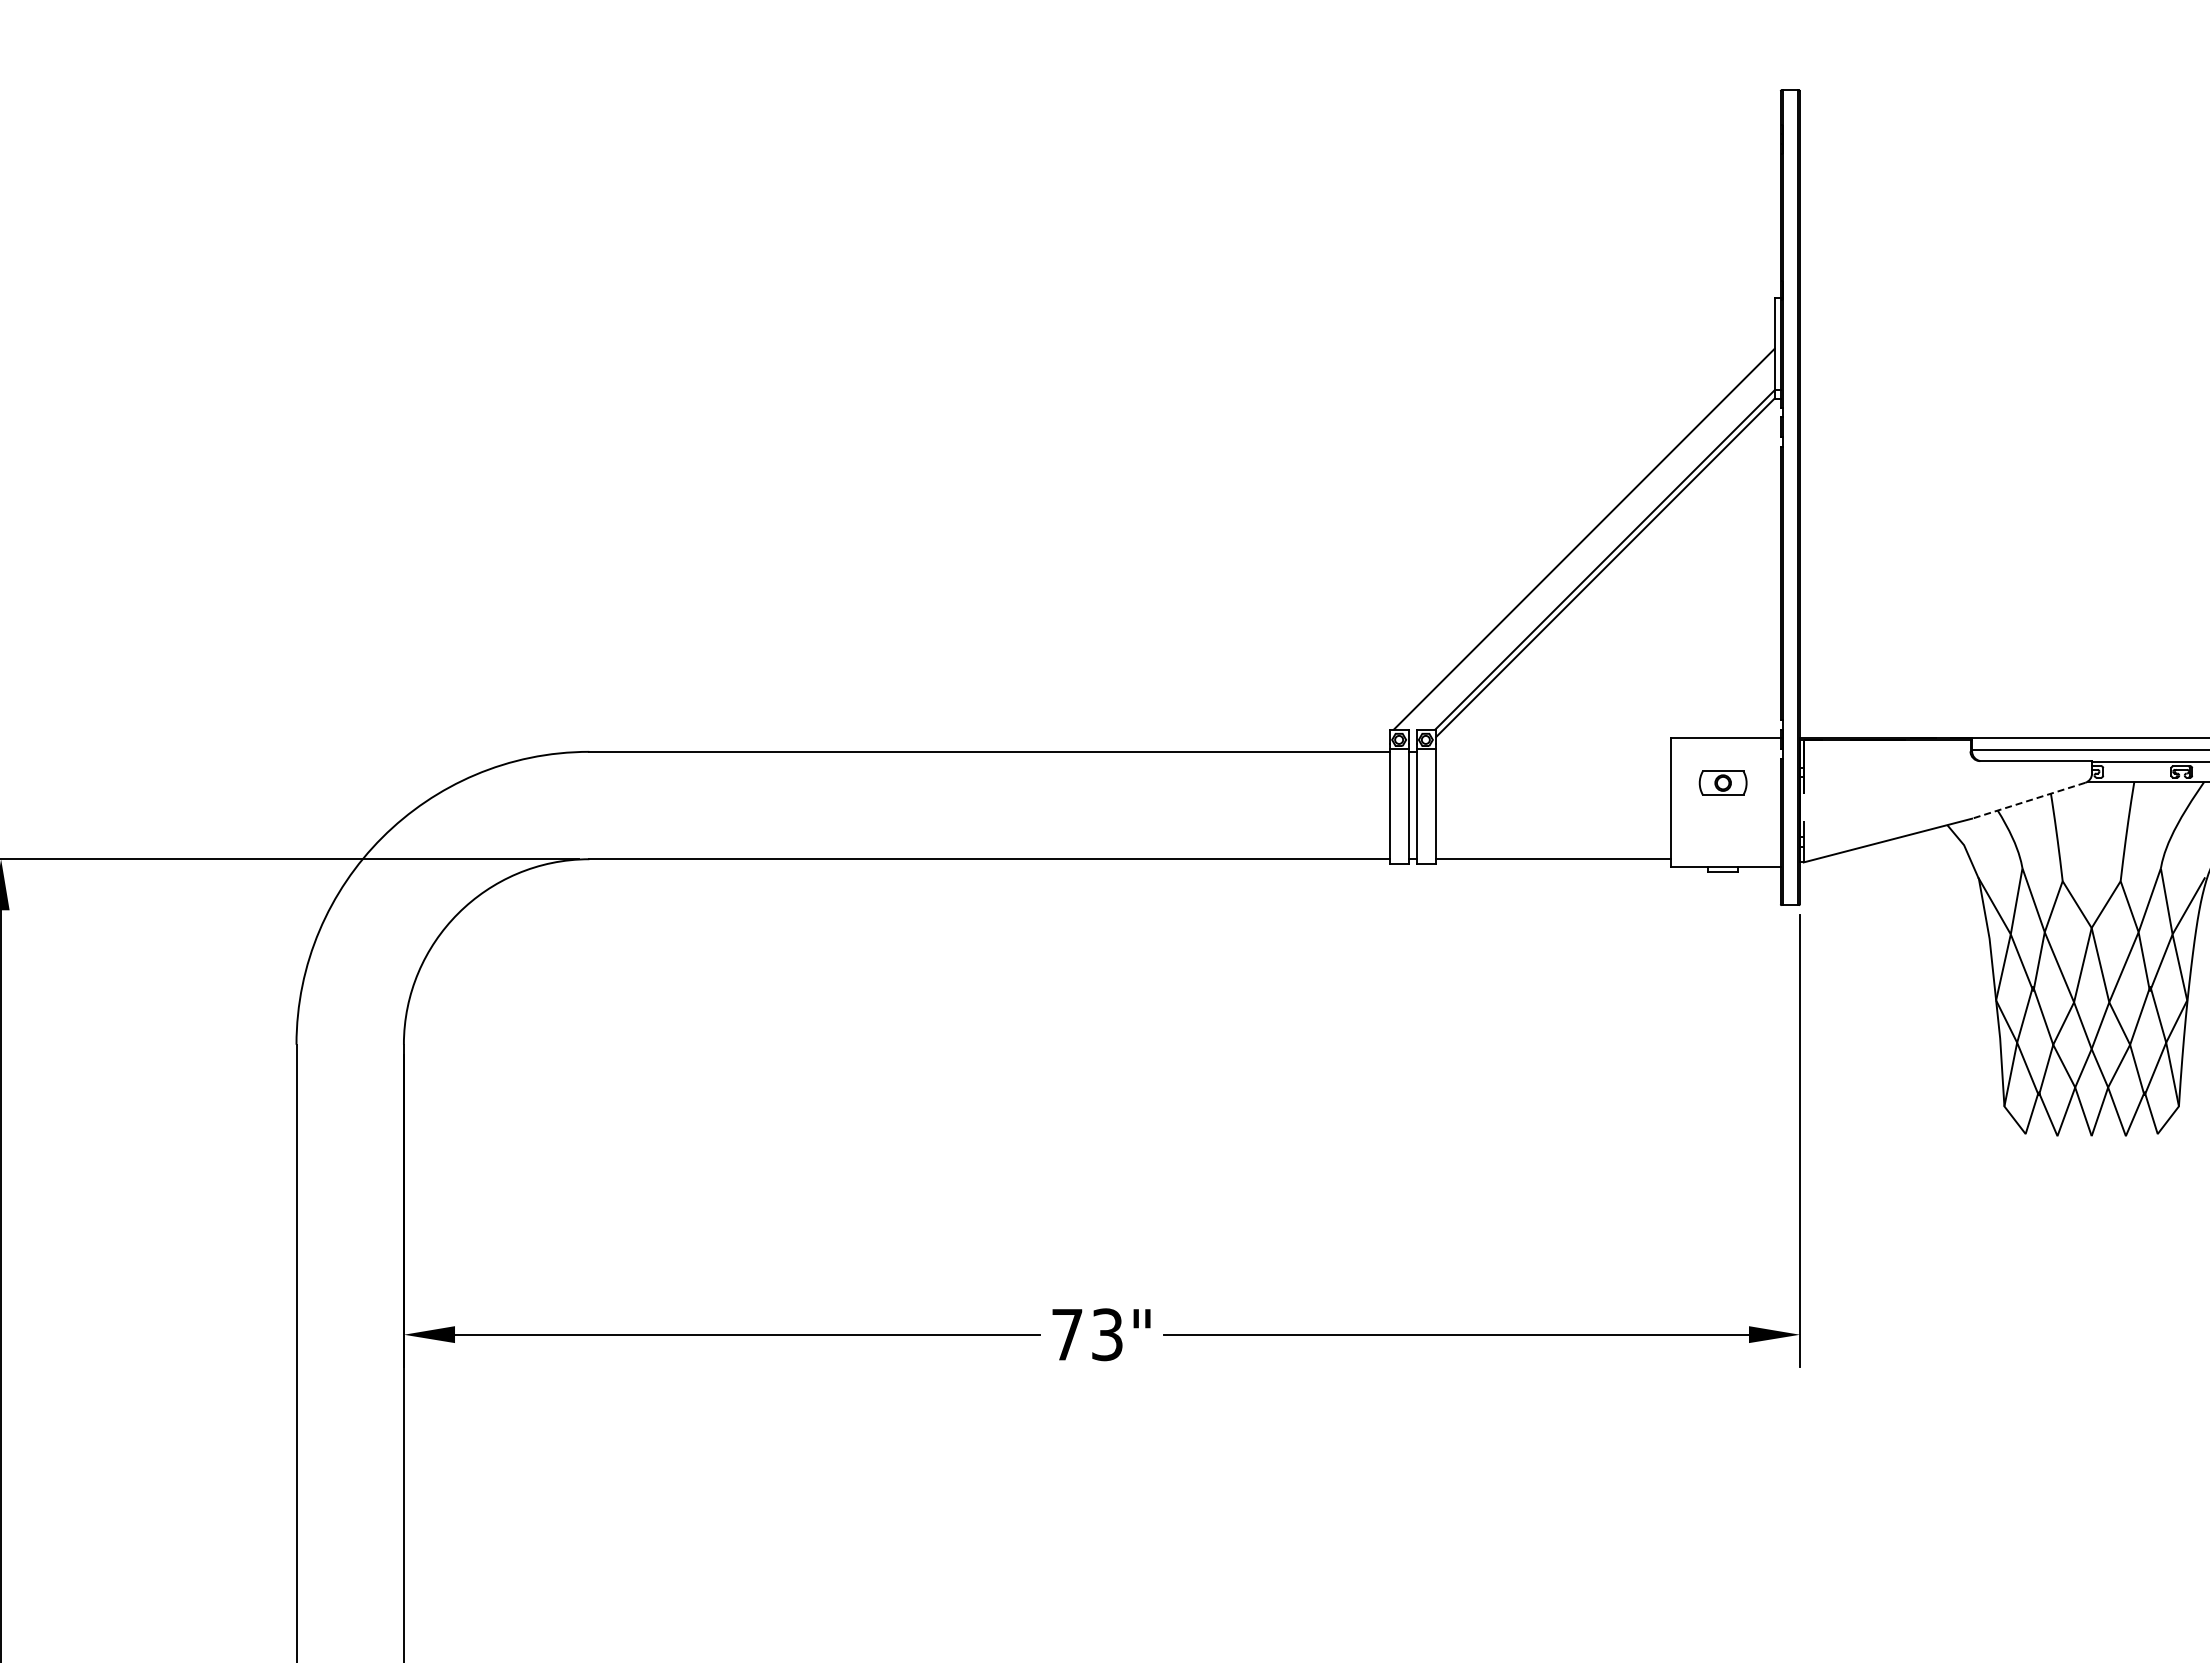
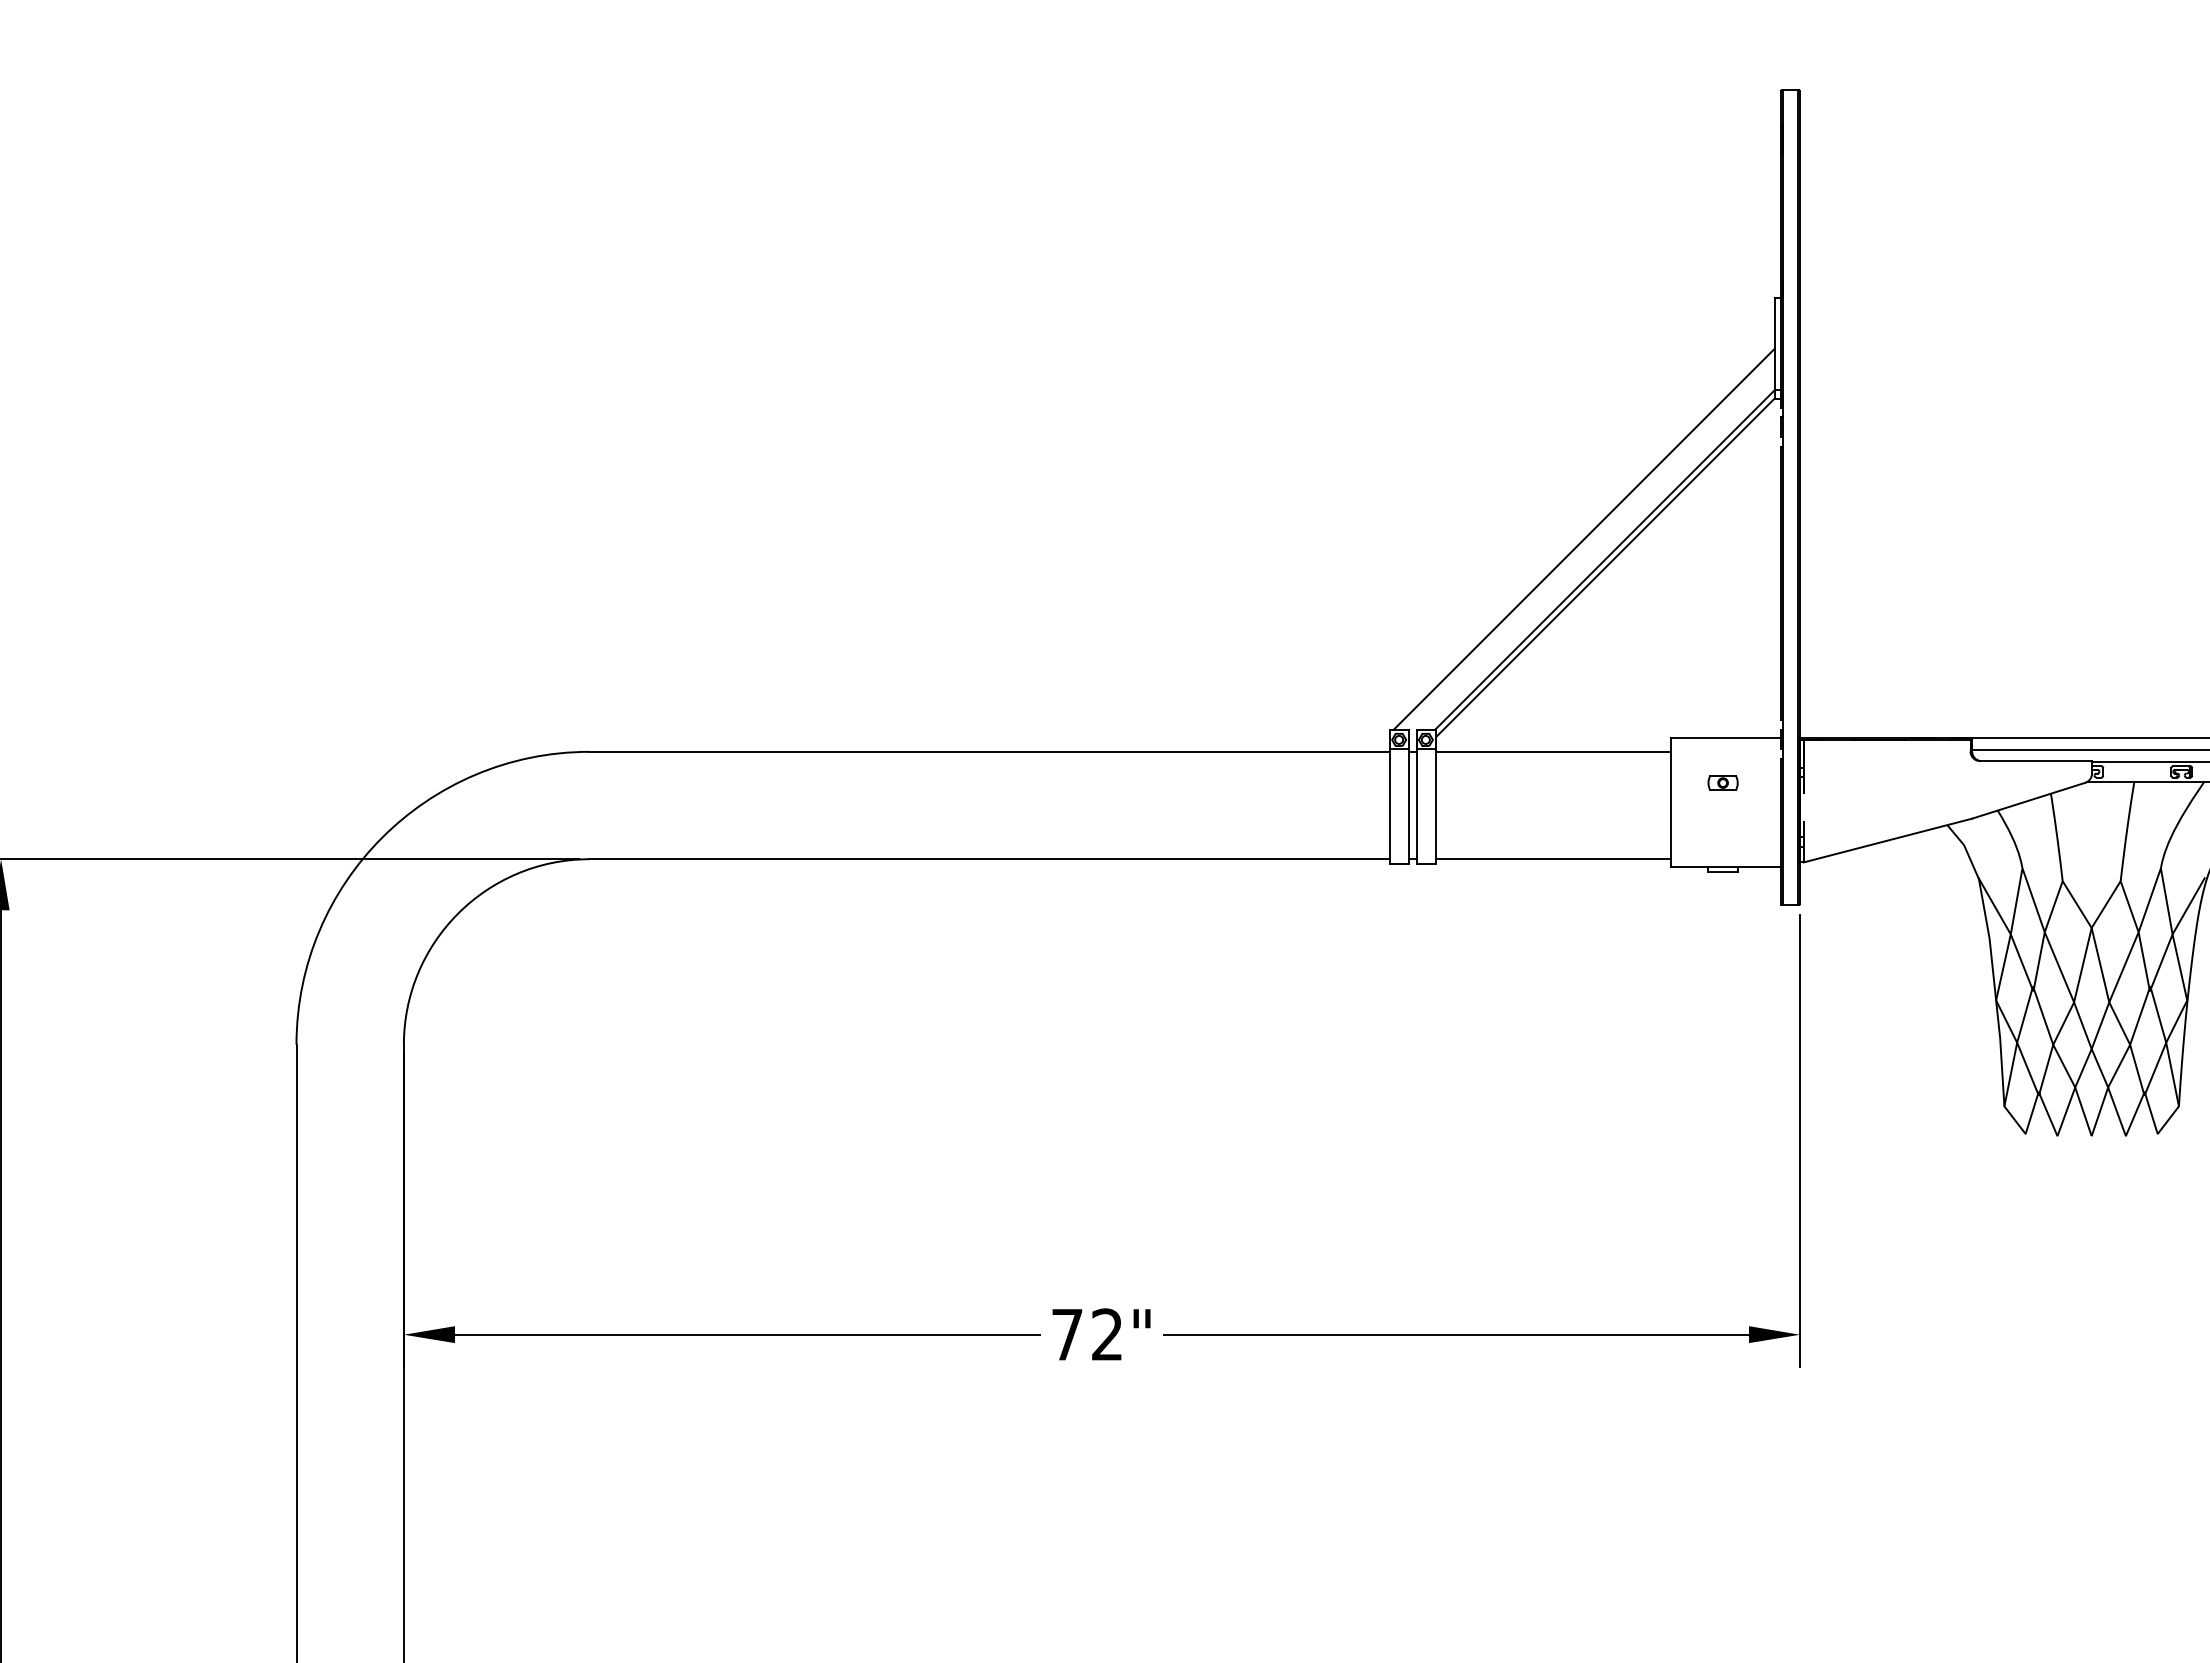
line at (1553, 751): none -> present
part at (1722, 782) size: 50x26 px -> 32x16 px
line at (2028, 800): dashed -> solid
text at (1107, 1334): 73" -> 72"
